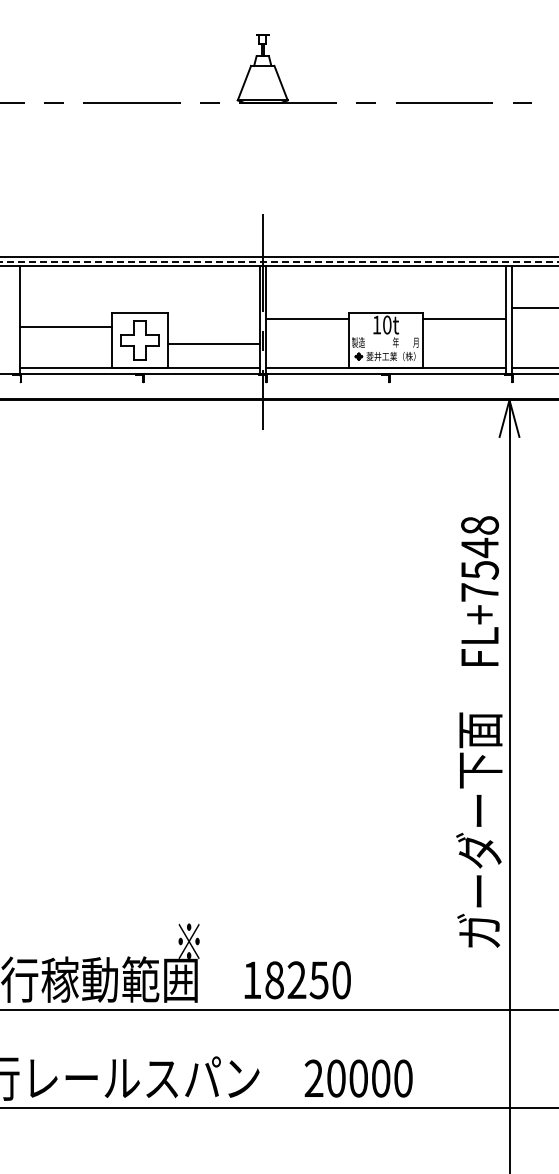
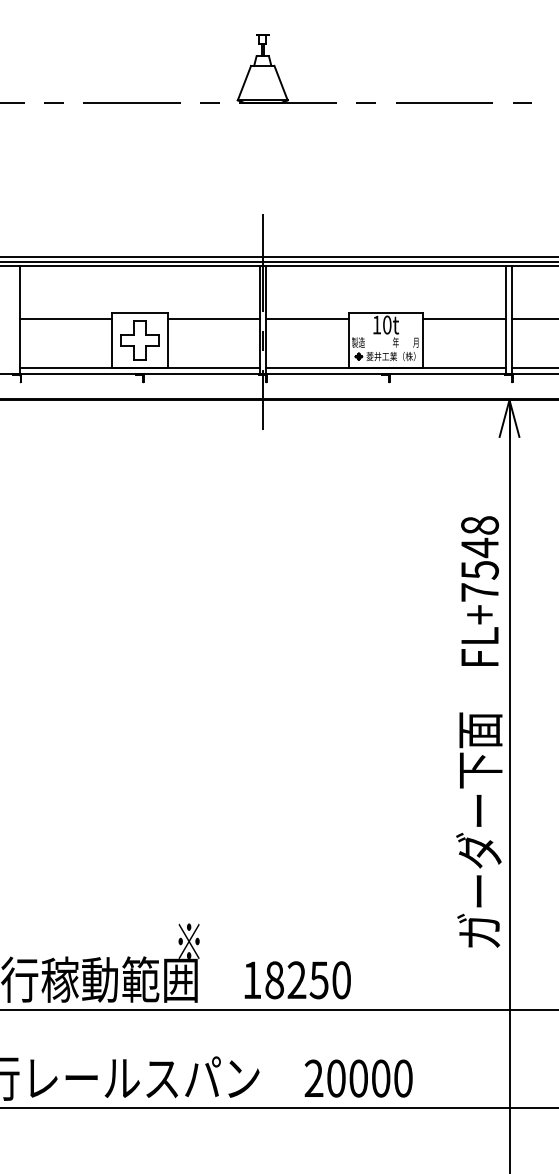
line at (279, 261): dashed -> solid
line at (533, 308) position: (533, 308) -> (533, 319)
line at (66, 327) position: (66, 327) -> (66, 319)
line at (213, 344) position: (213, 344) -> (213, 319)
